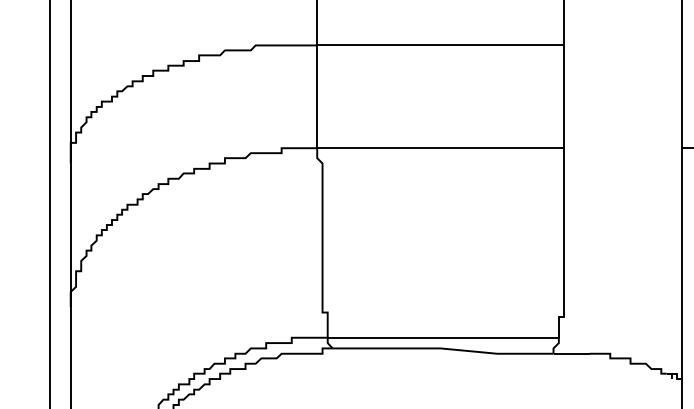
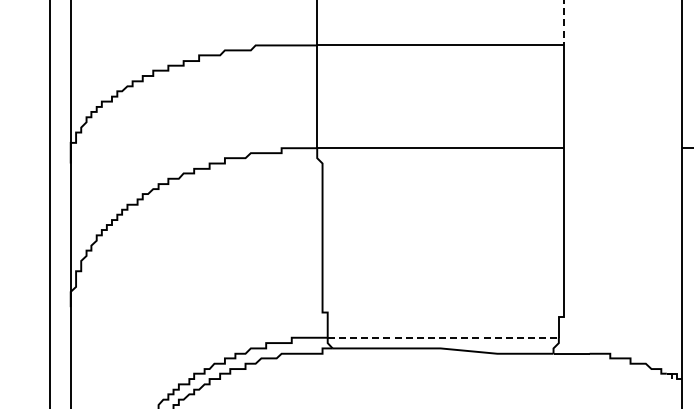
line at (564, 23): solid -> dashed
line at (443, 337): solid -> dashed
